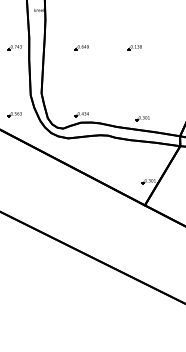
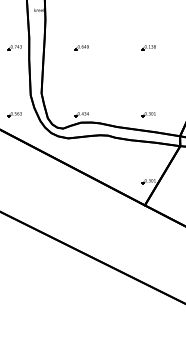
part at (134, 47) position: (134, 47) -> (148, 47)
part at (142, 118) position: (142, 118) -> (148, 114)
